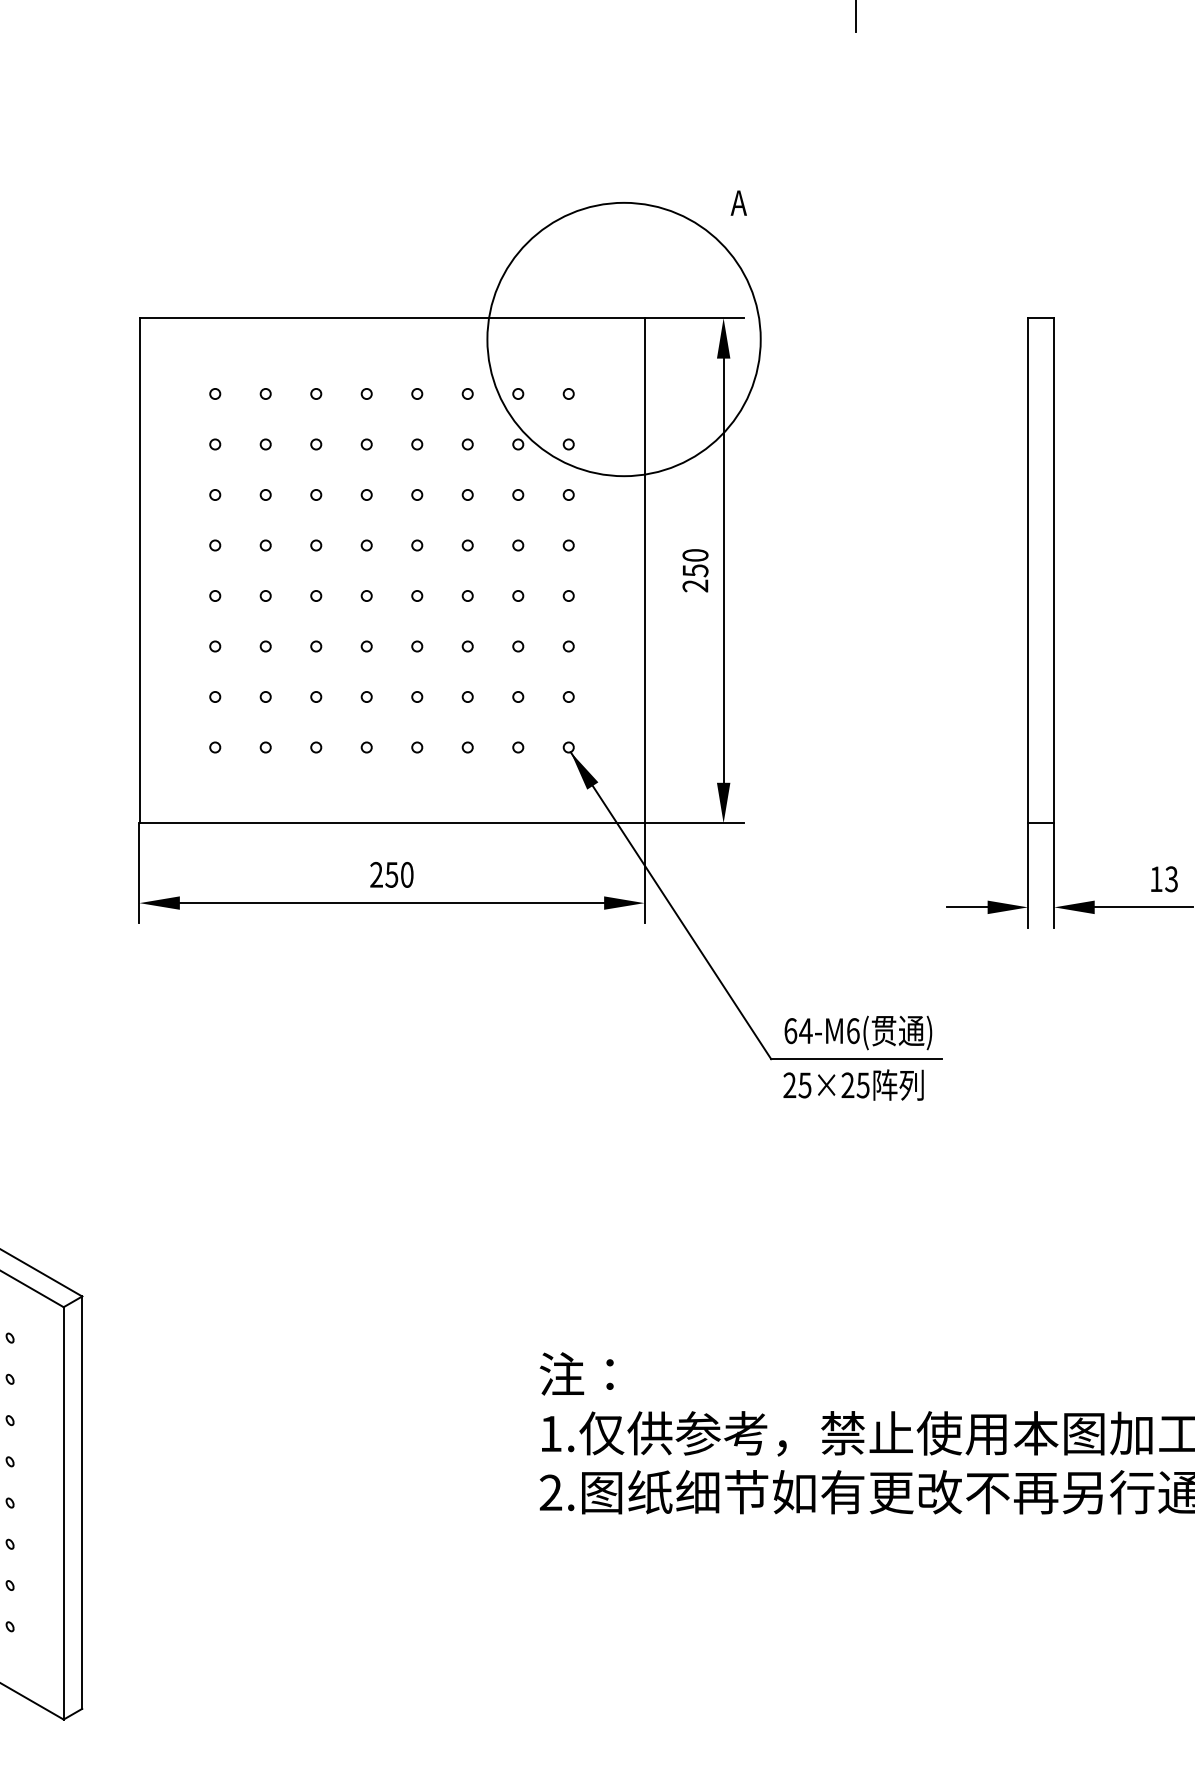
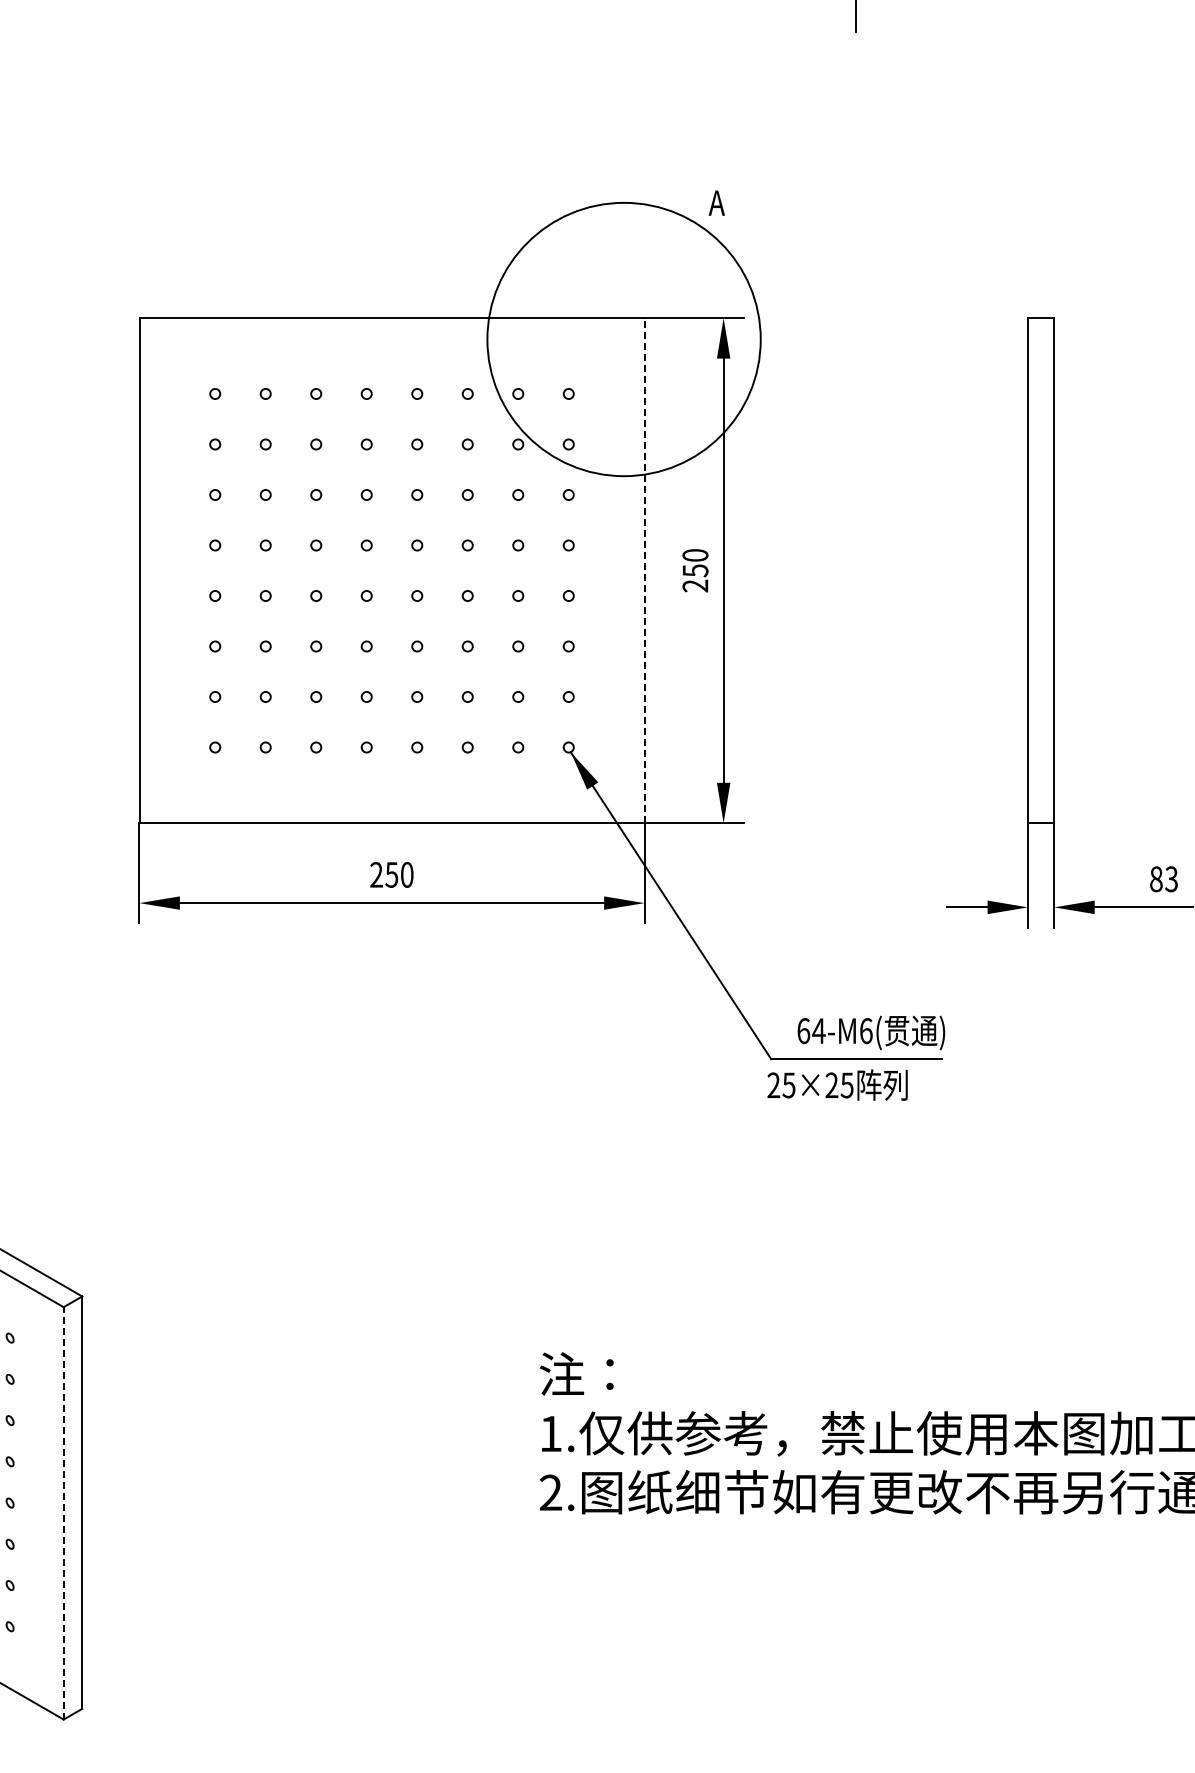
text at (738, 202) position: (738, 202) -> (716, 202)
line at (644, 570): solid -> dashed
text at (1156, 879): 13 -> 83
text at (858, 1032) position: (858, 1032) -> (871, 1032)
text at (853, 1084) position: (853, 1084) -> (837, 1084)
line at (63, 1512): solid -> dashed
